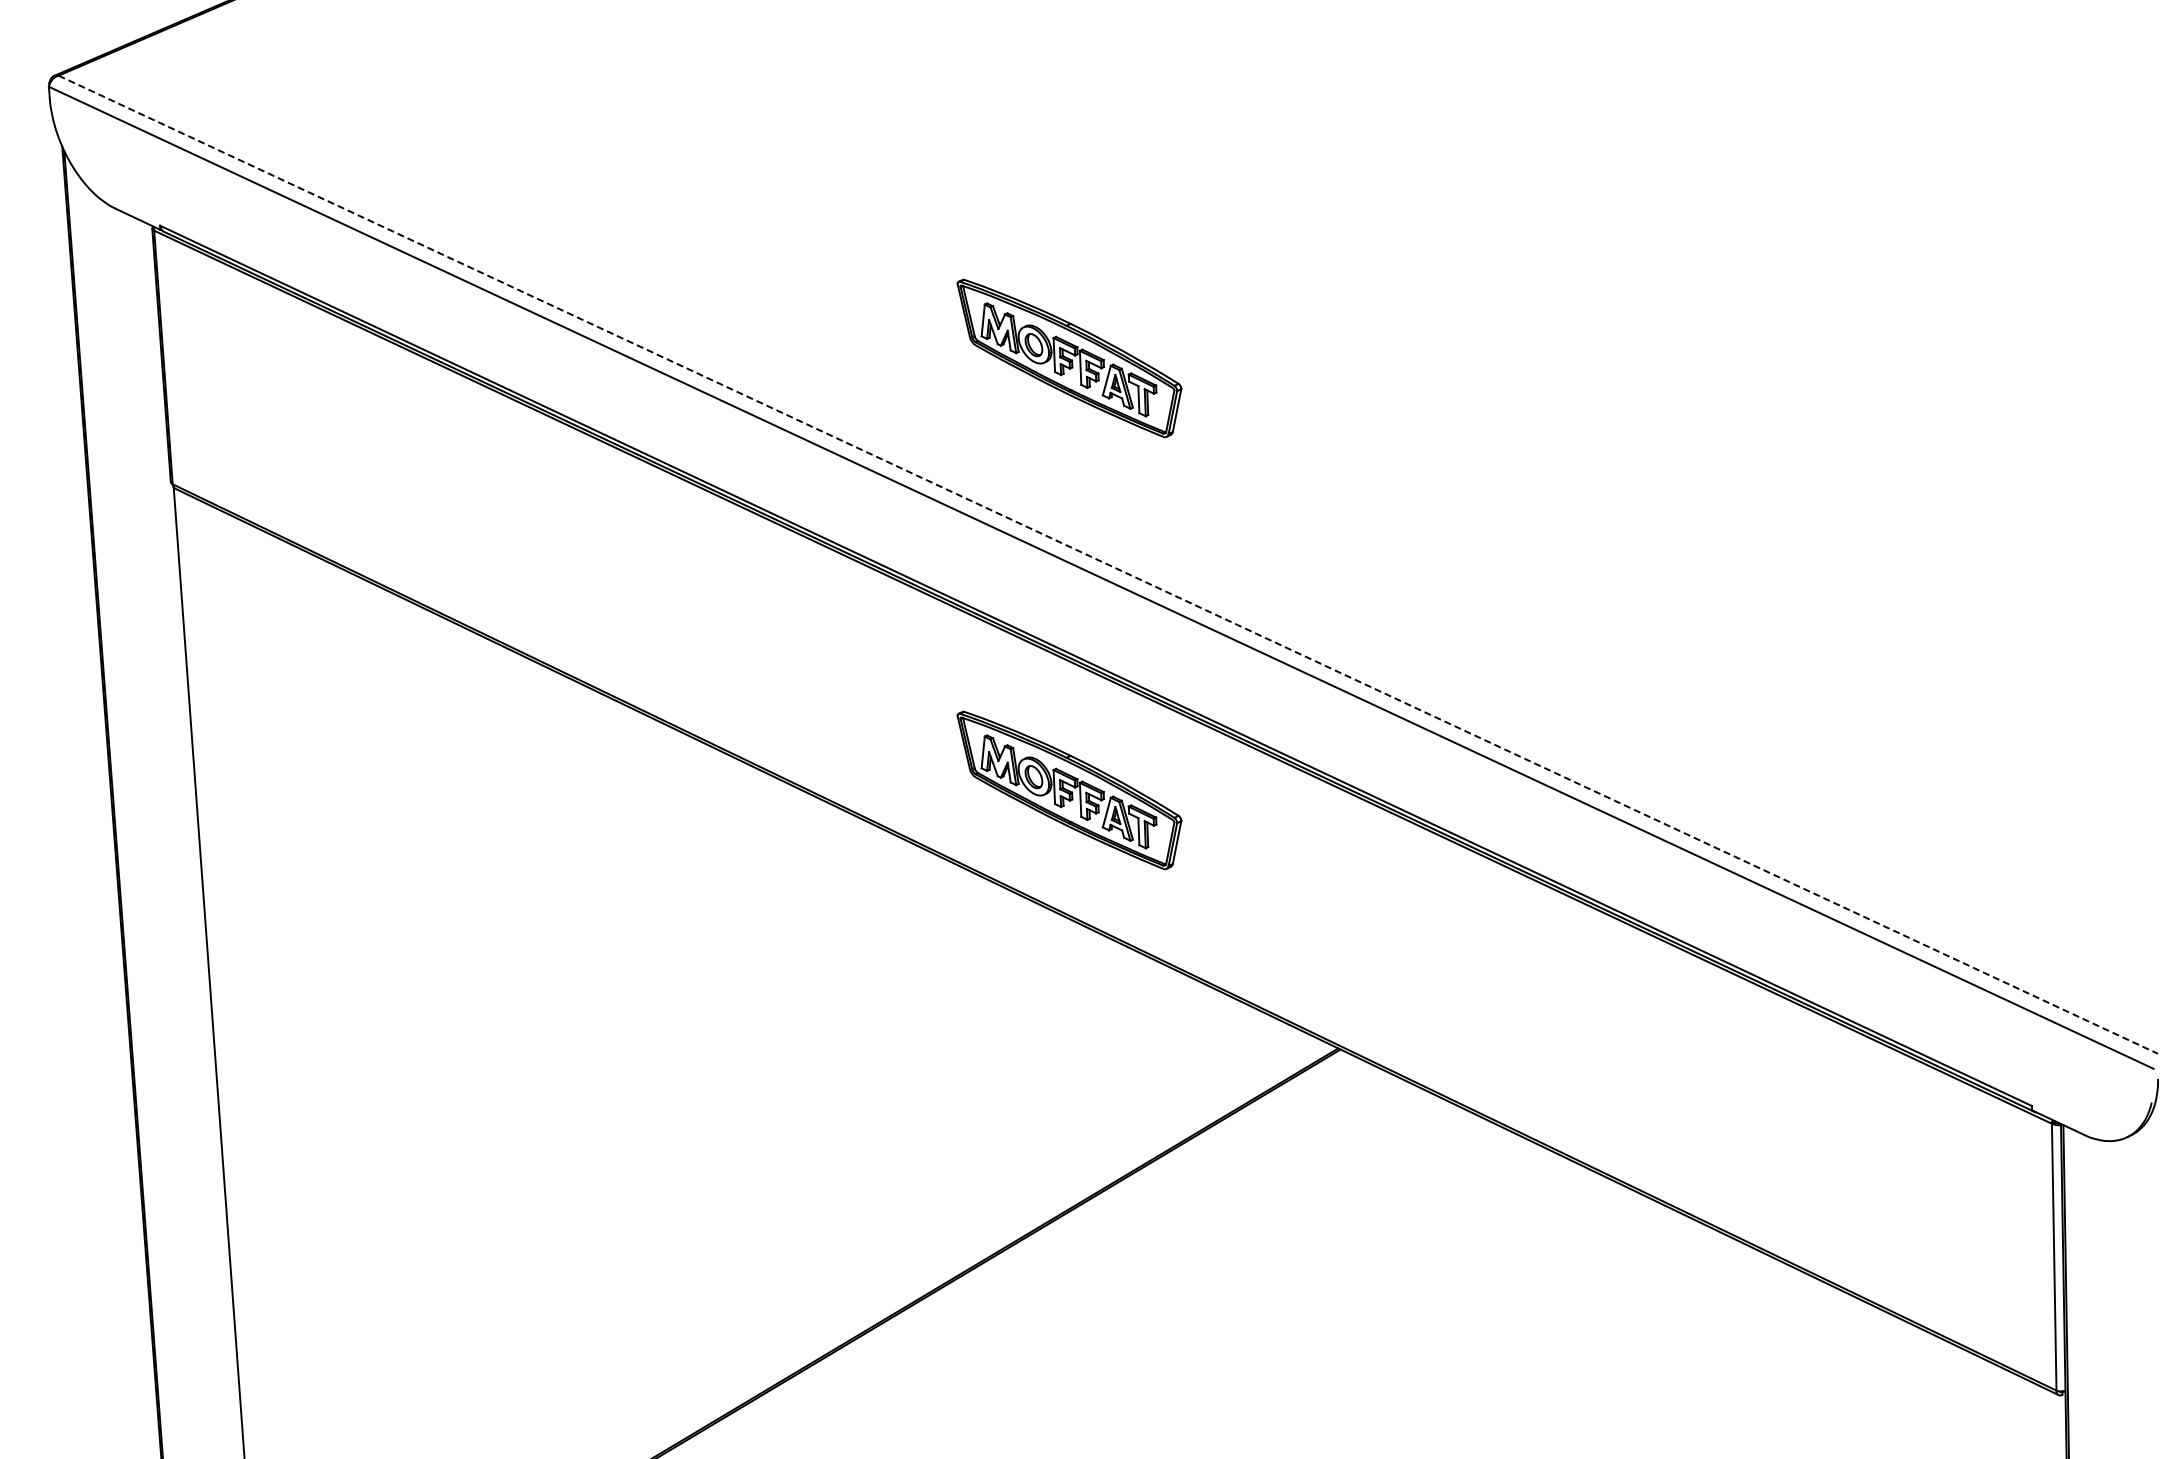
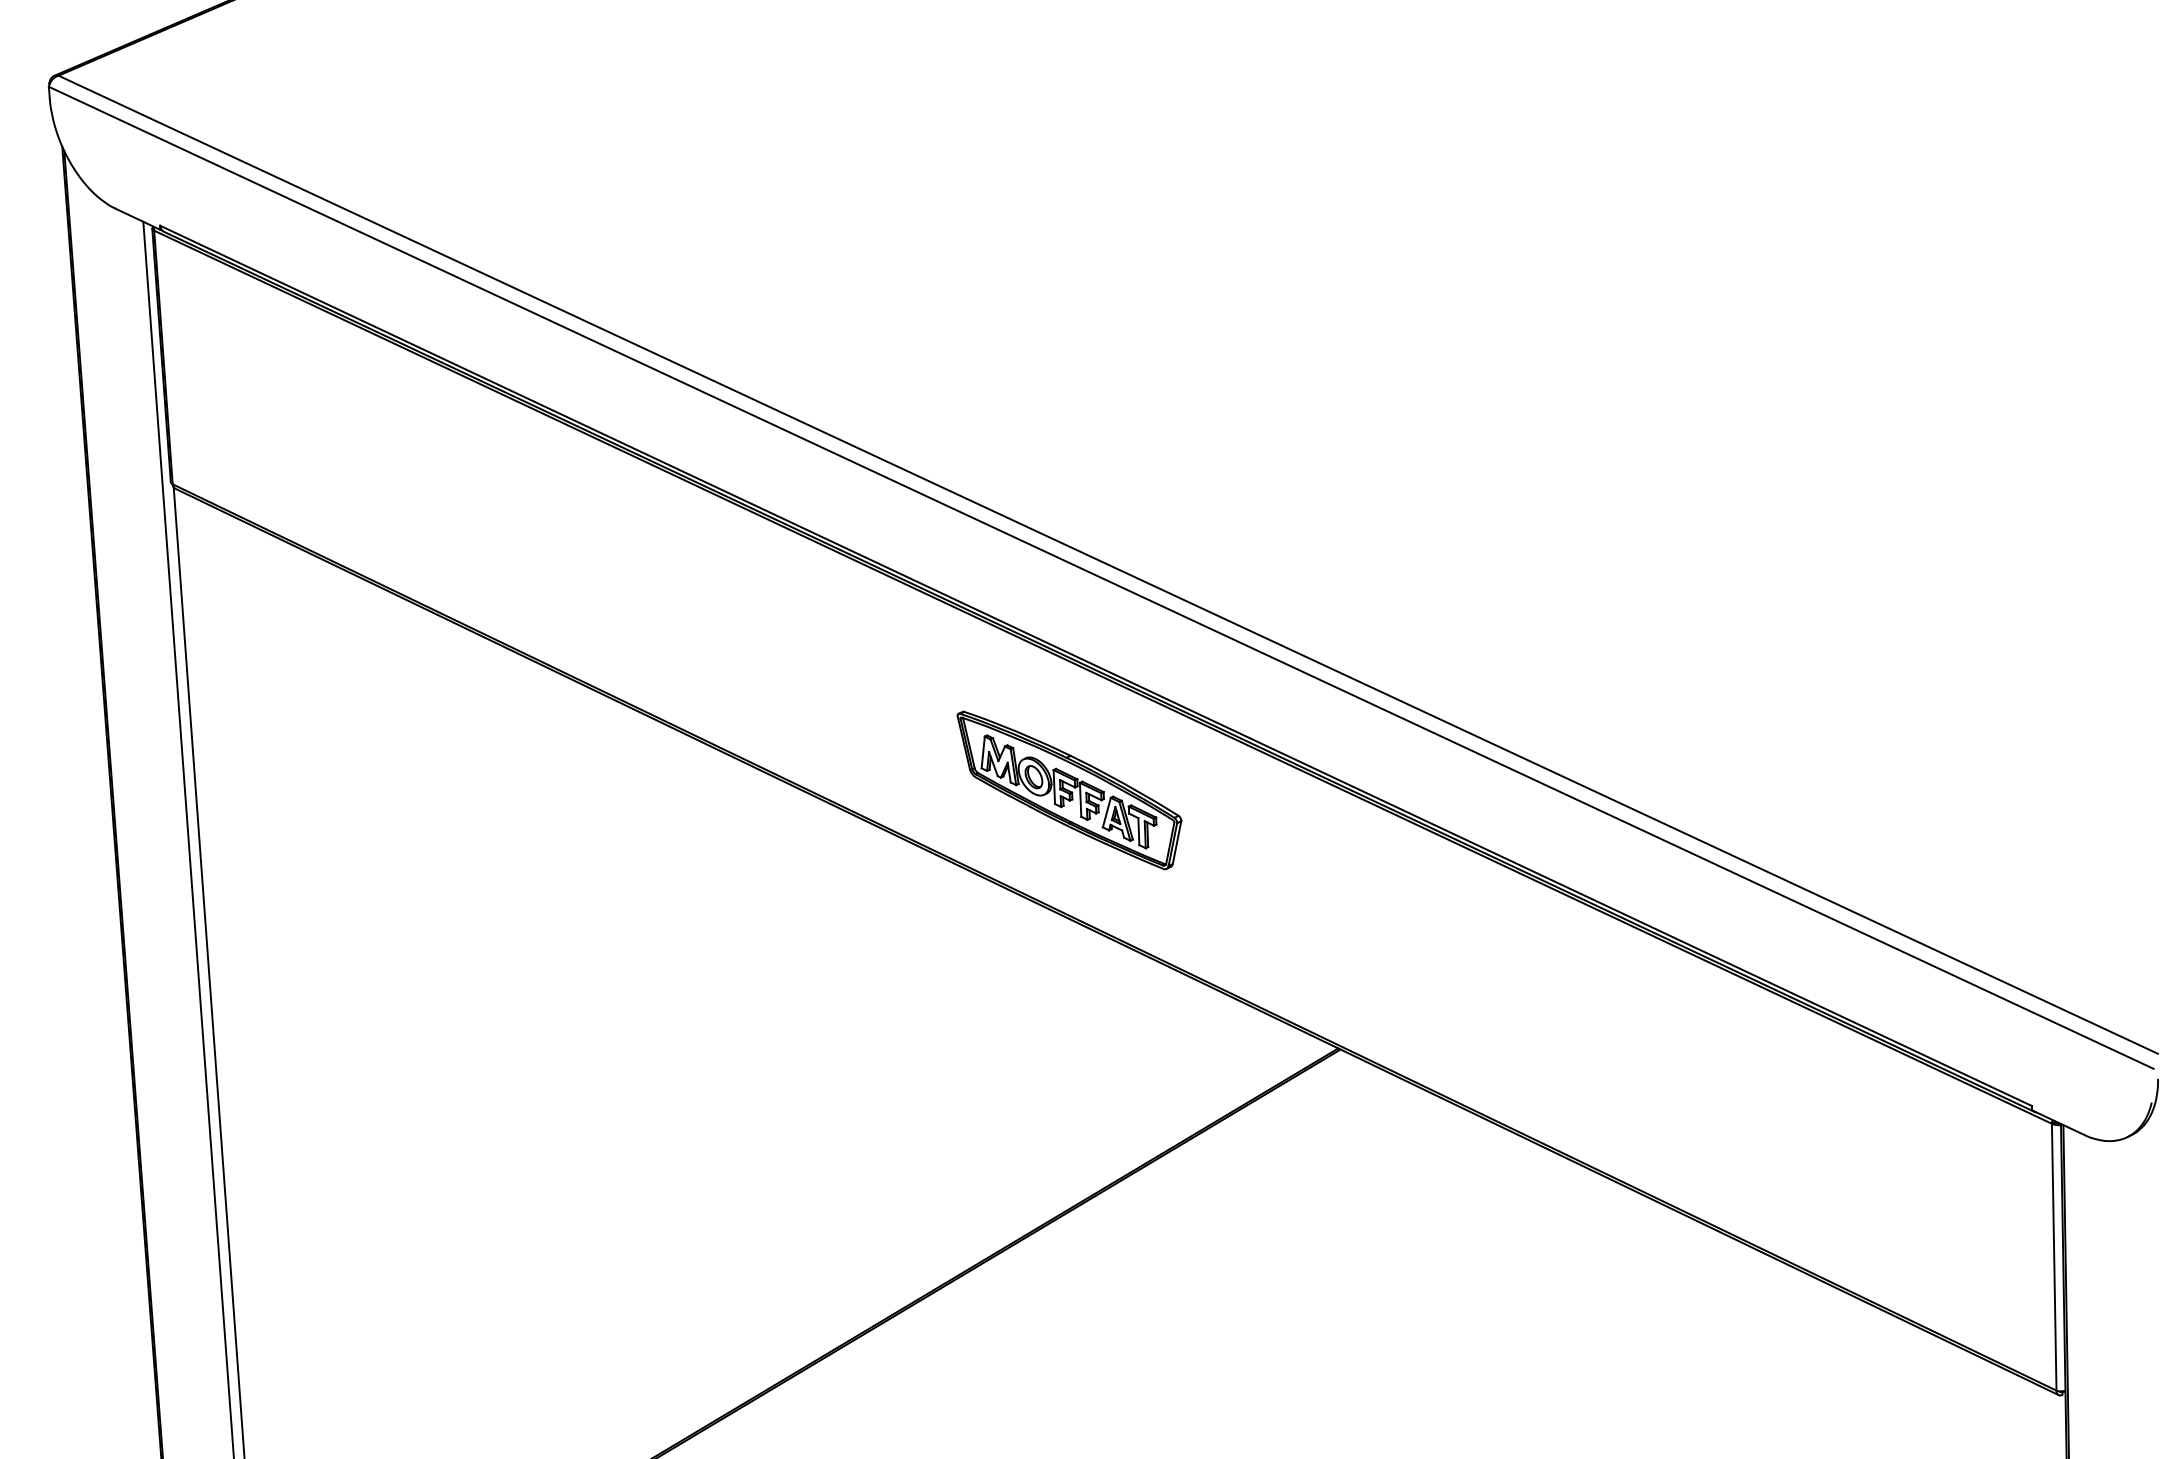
part at (1069, 358): present -> none
line at (1108, 564): dashed -> solid
line at (188, 838): none -> present
